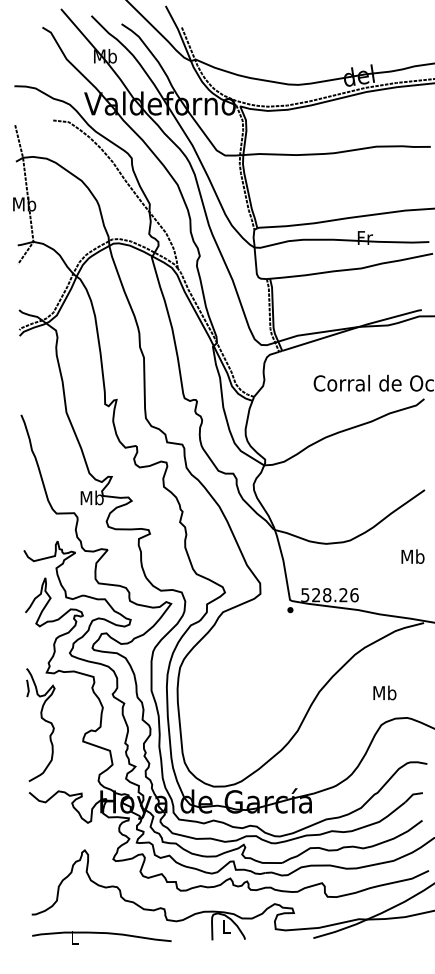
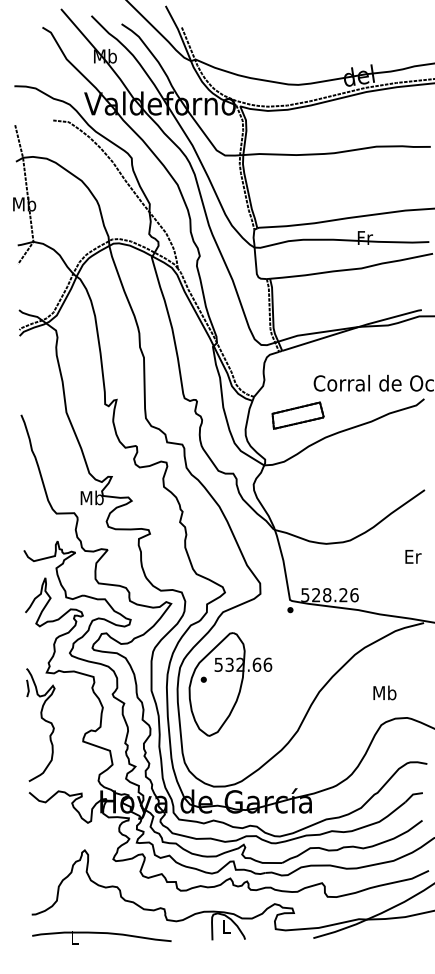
part at (297, 415): none -> present
text at (412, 556): Mb -> Er
part at (230, 684): none -> present
